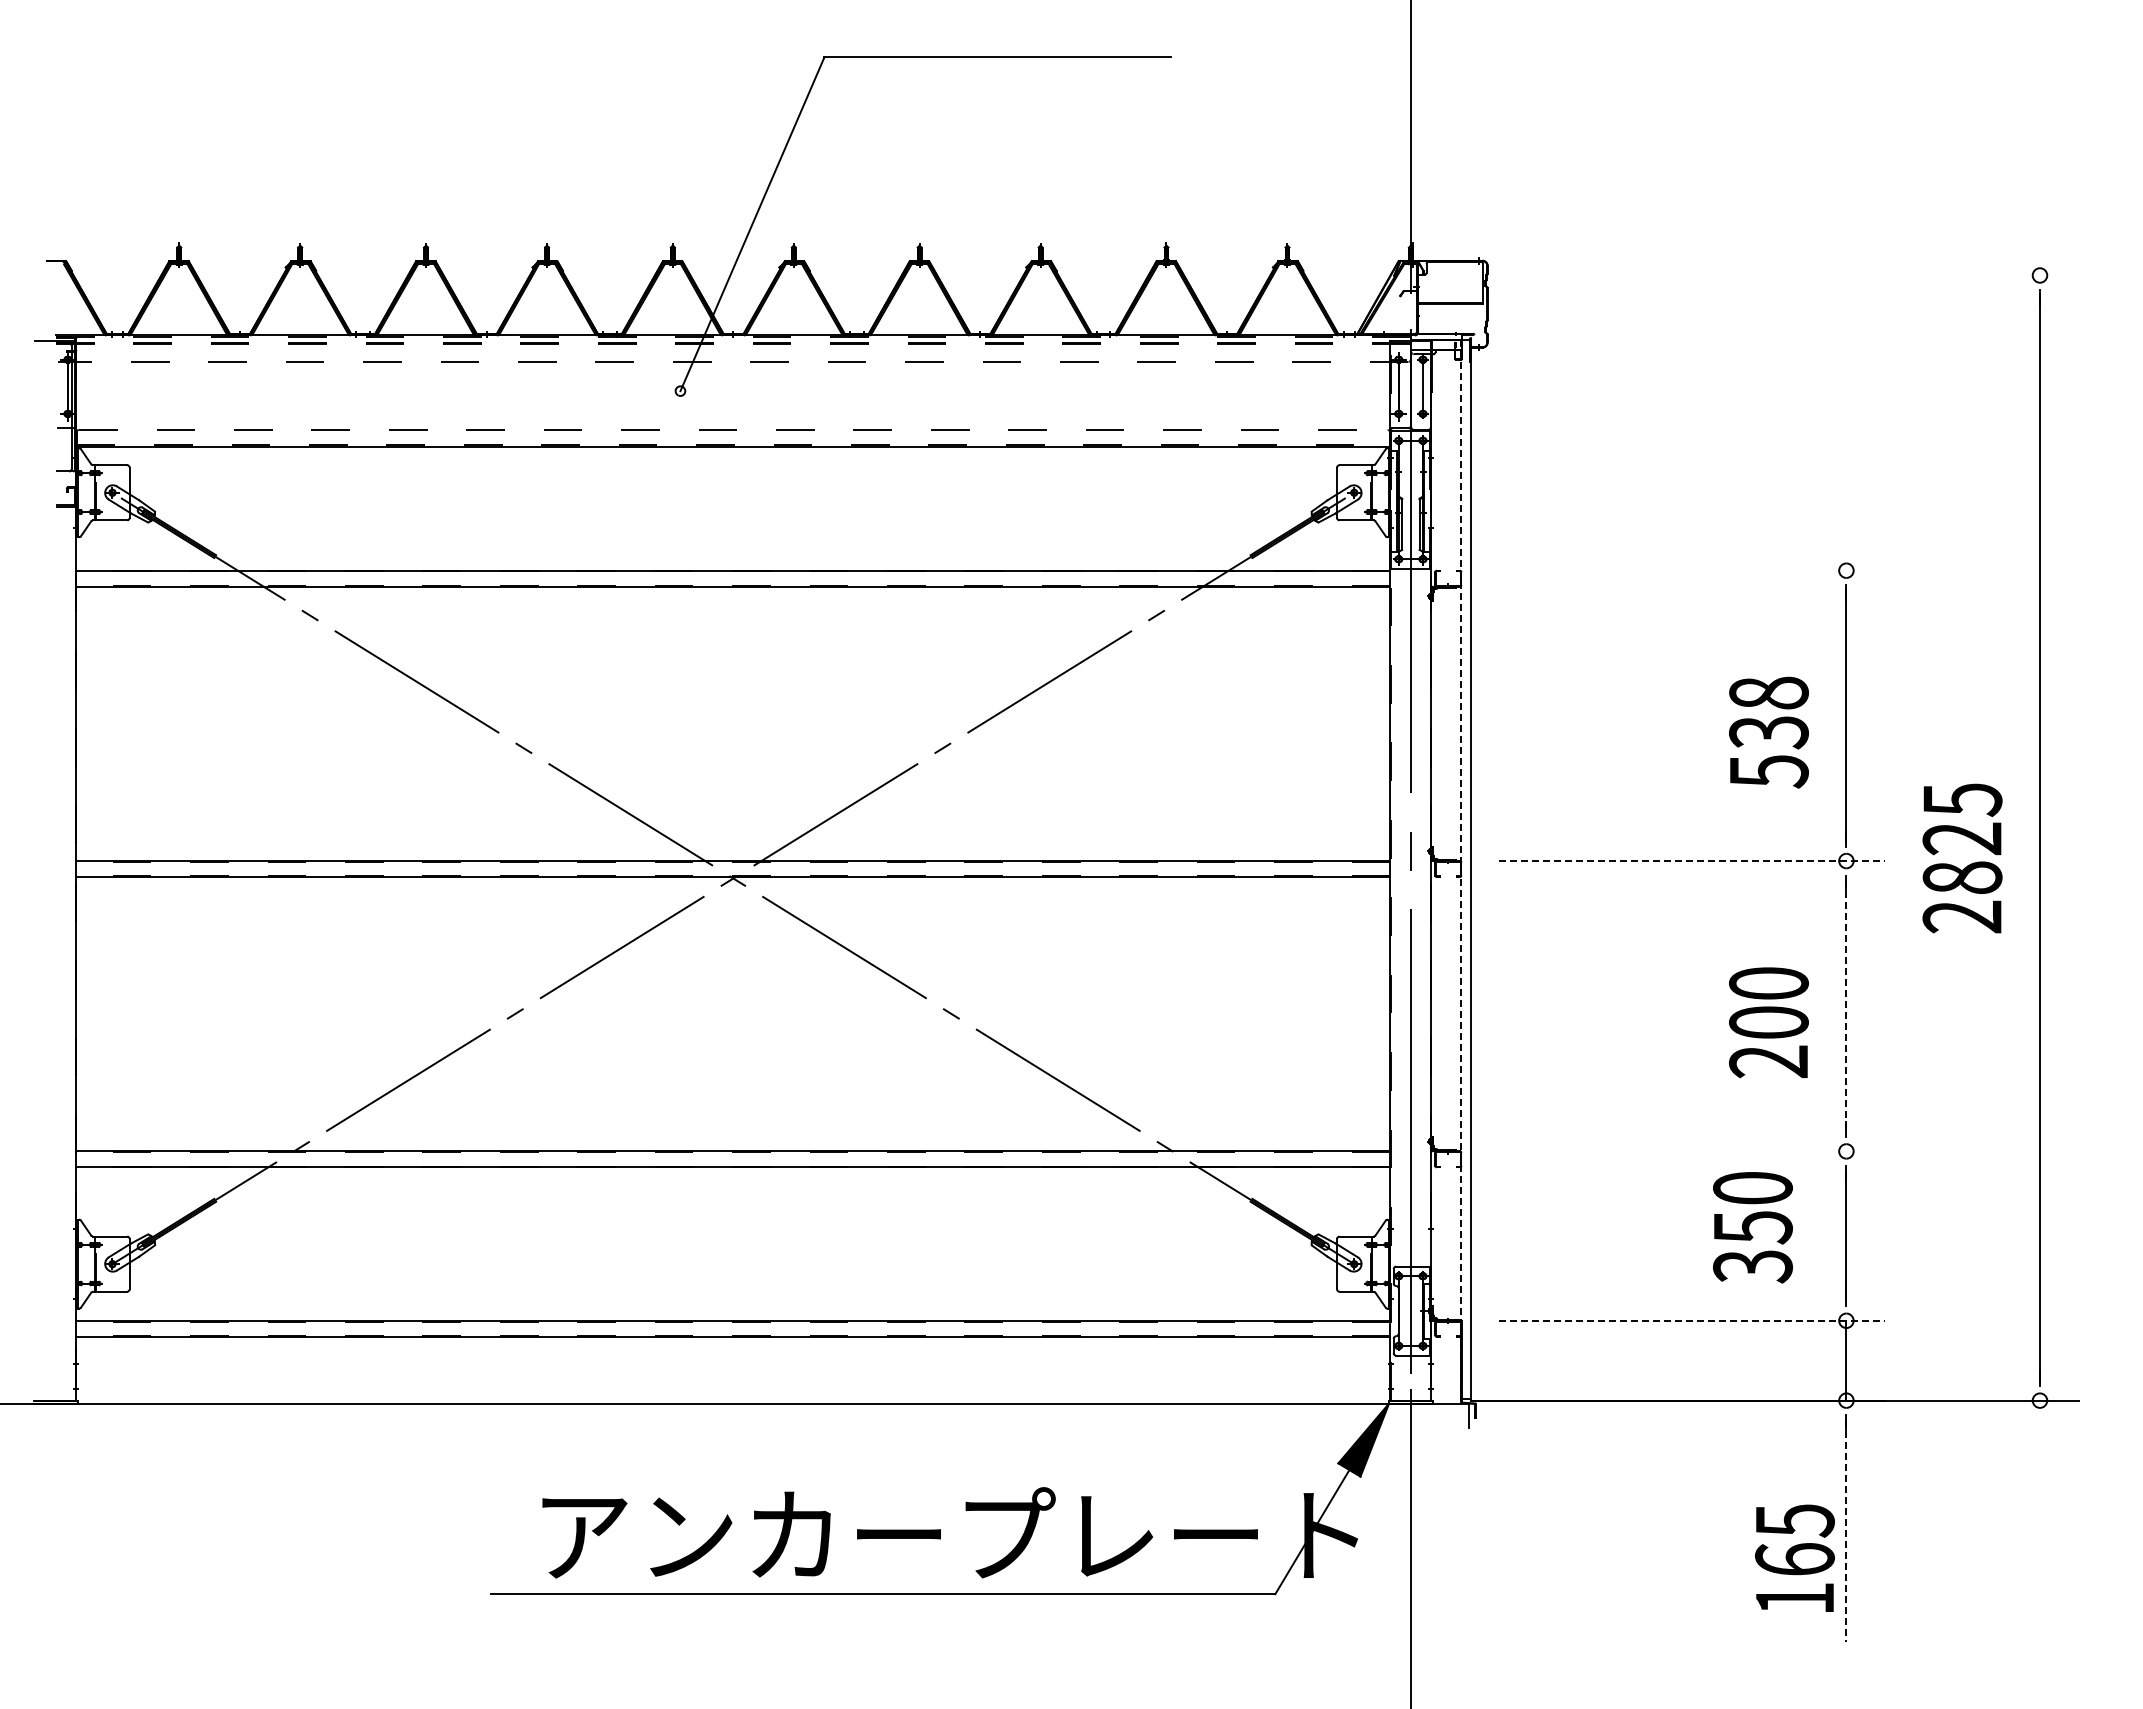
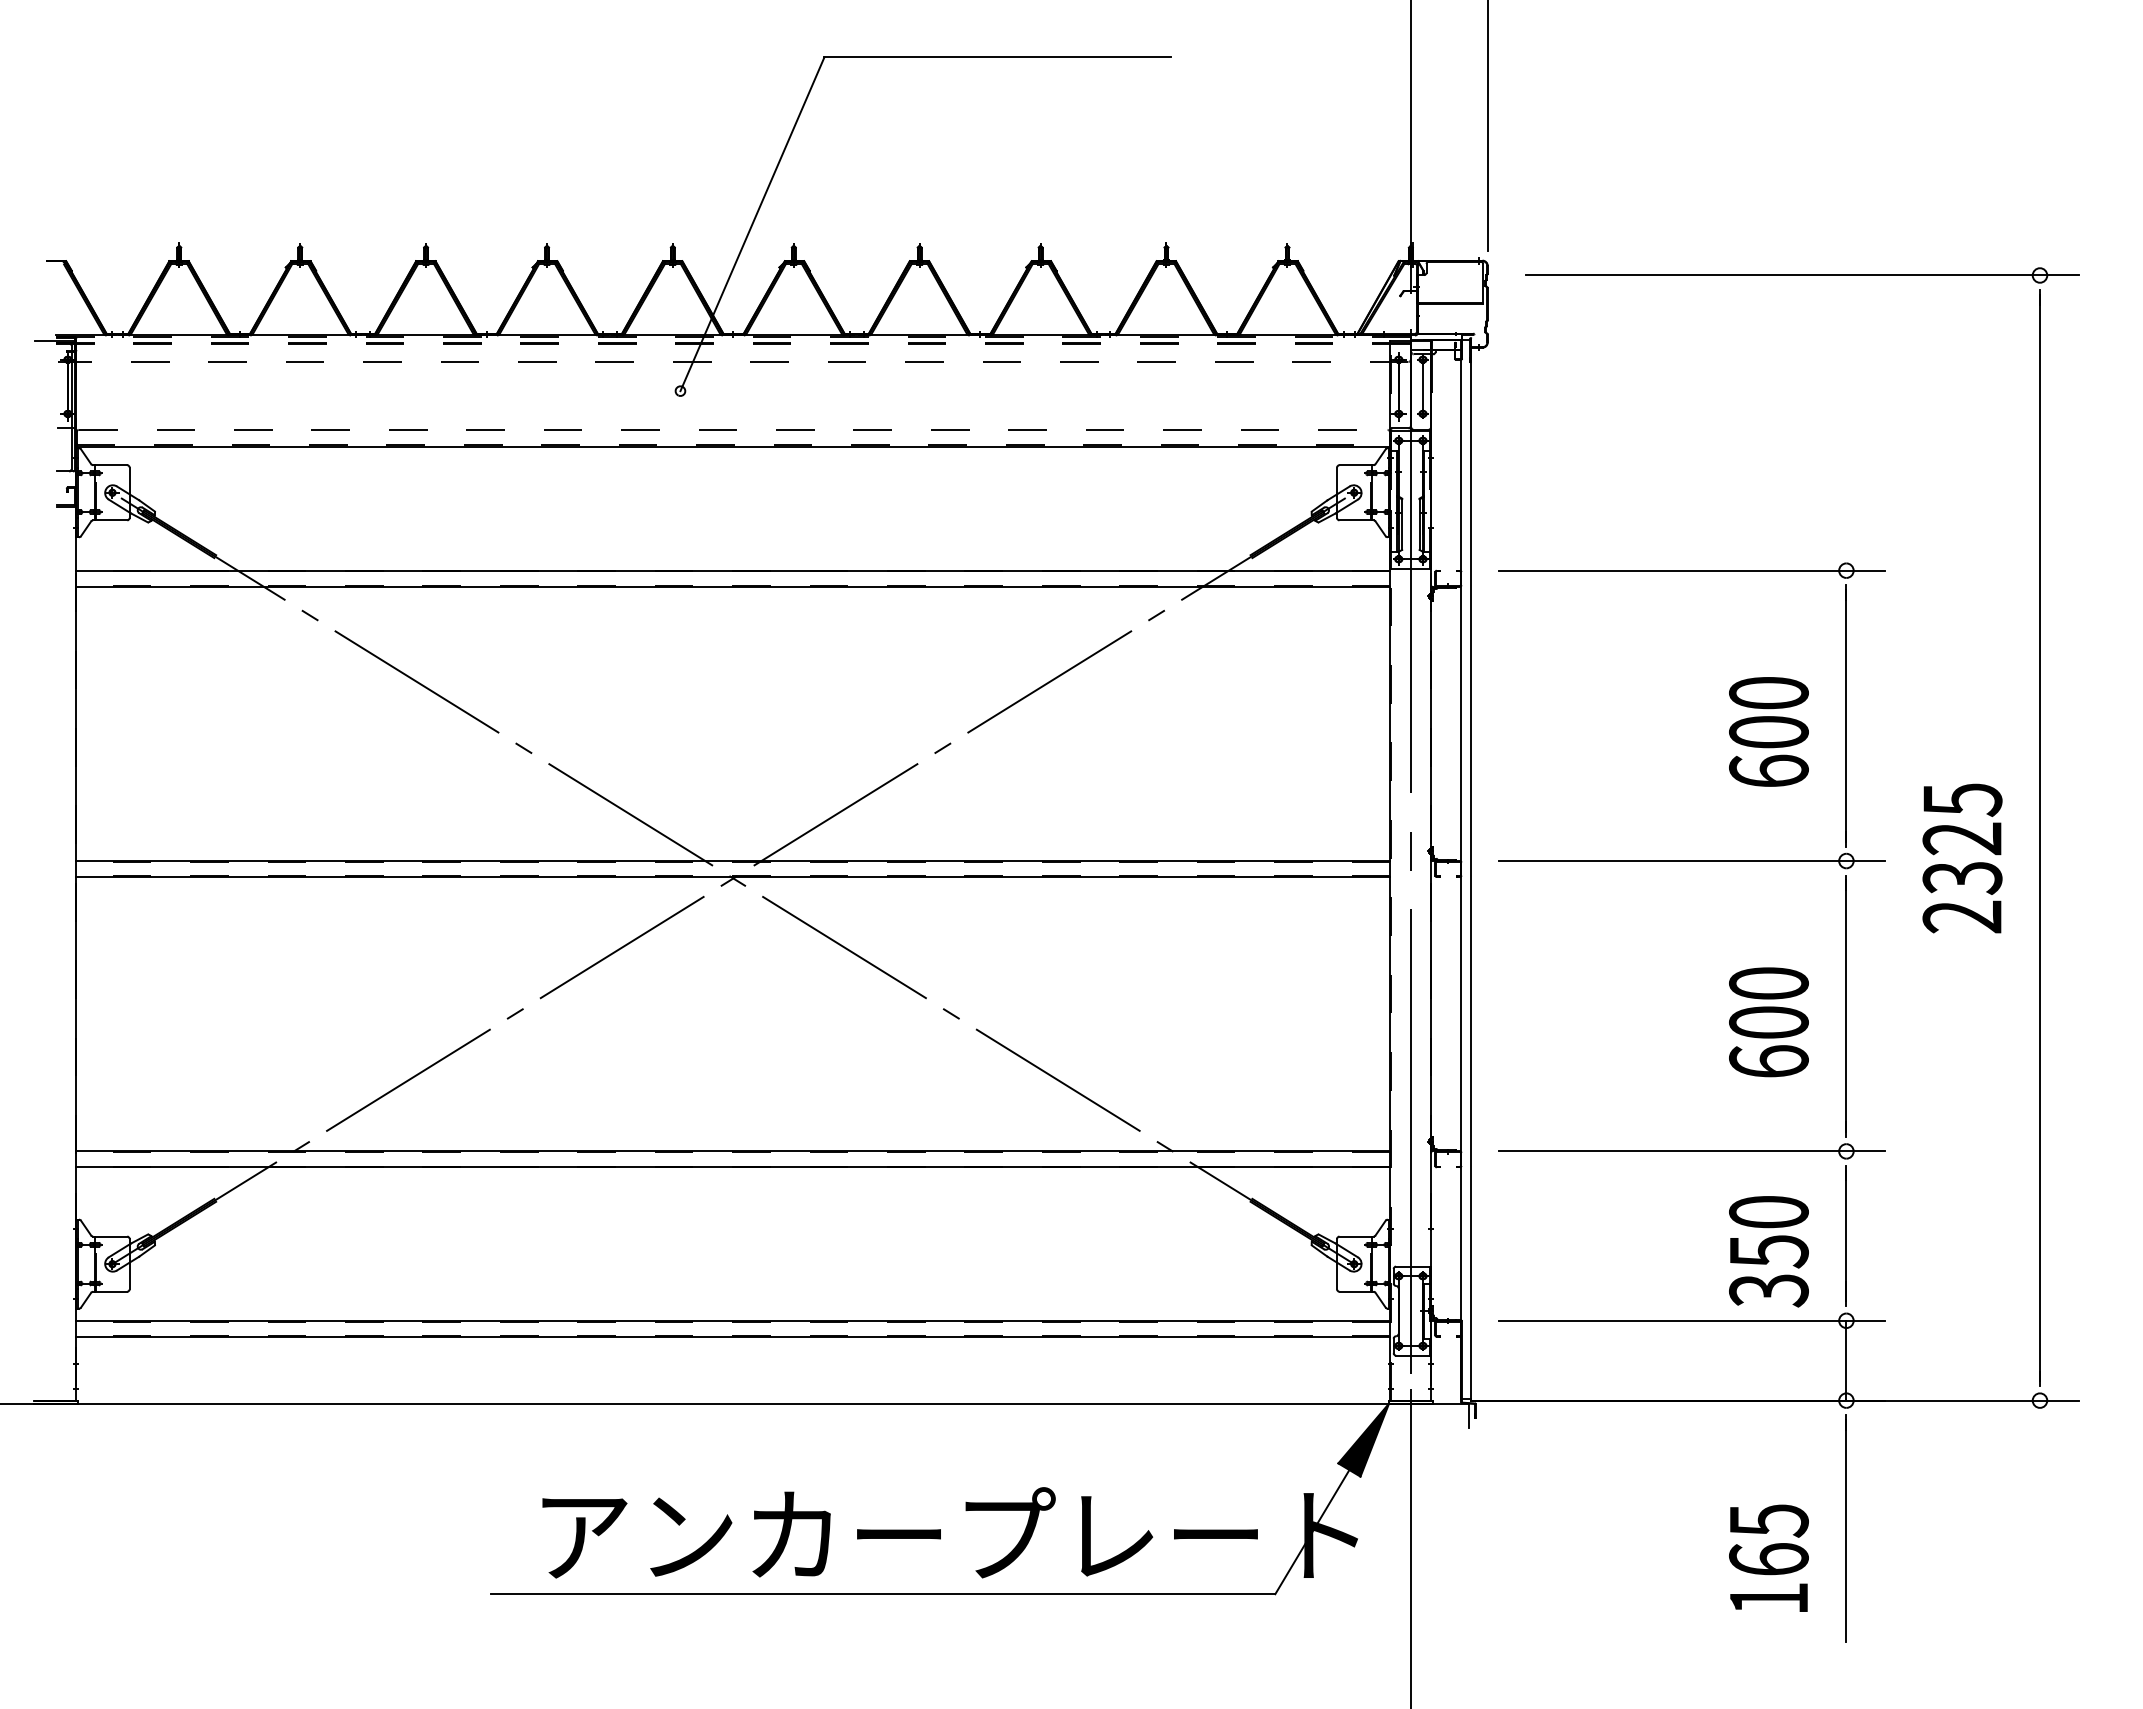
line at (1488, 126): none -> present
line at (1801, 275): none -> present
line at (1691, 570): none -> present
text at (1768, 732): 538 -> 600
line at (1692, 861): dashed -> solid
line at (1461, 869): dashed -> solid
text at (1962, 877): 2825 -> 2325
line at (1846, 1006): dashed -> solid
text at (1768, 1061): 200 -> 600
line at (1691, 1151): none -> present
text at (1752, 1227) position: (1752, 1227) -> (1768, 1251)
line at (1692, 1320): dashed -> solid
line at (1846, 1531): dashed -> solid
text at (1794, 1557) position: (1794, 1557) -> (1768, 1557)
